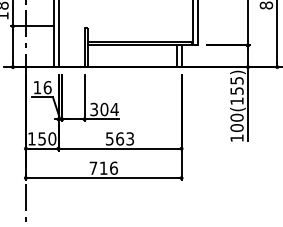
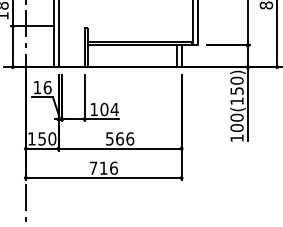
text at (236, 80): 100(155) -> 100(150)
text at (93, 109): 304 -> 104
text at (130, 138): 563 -> 566
